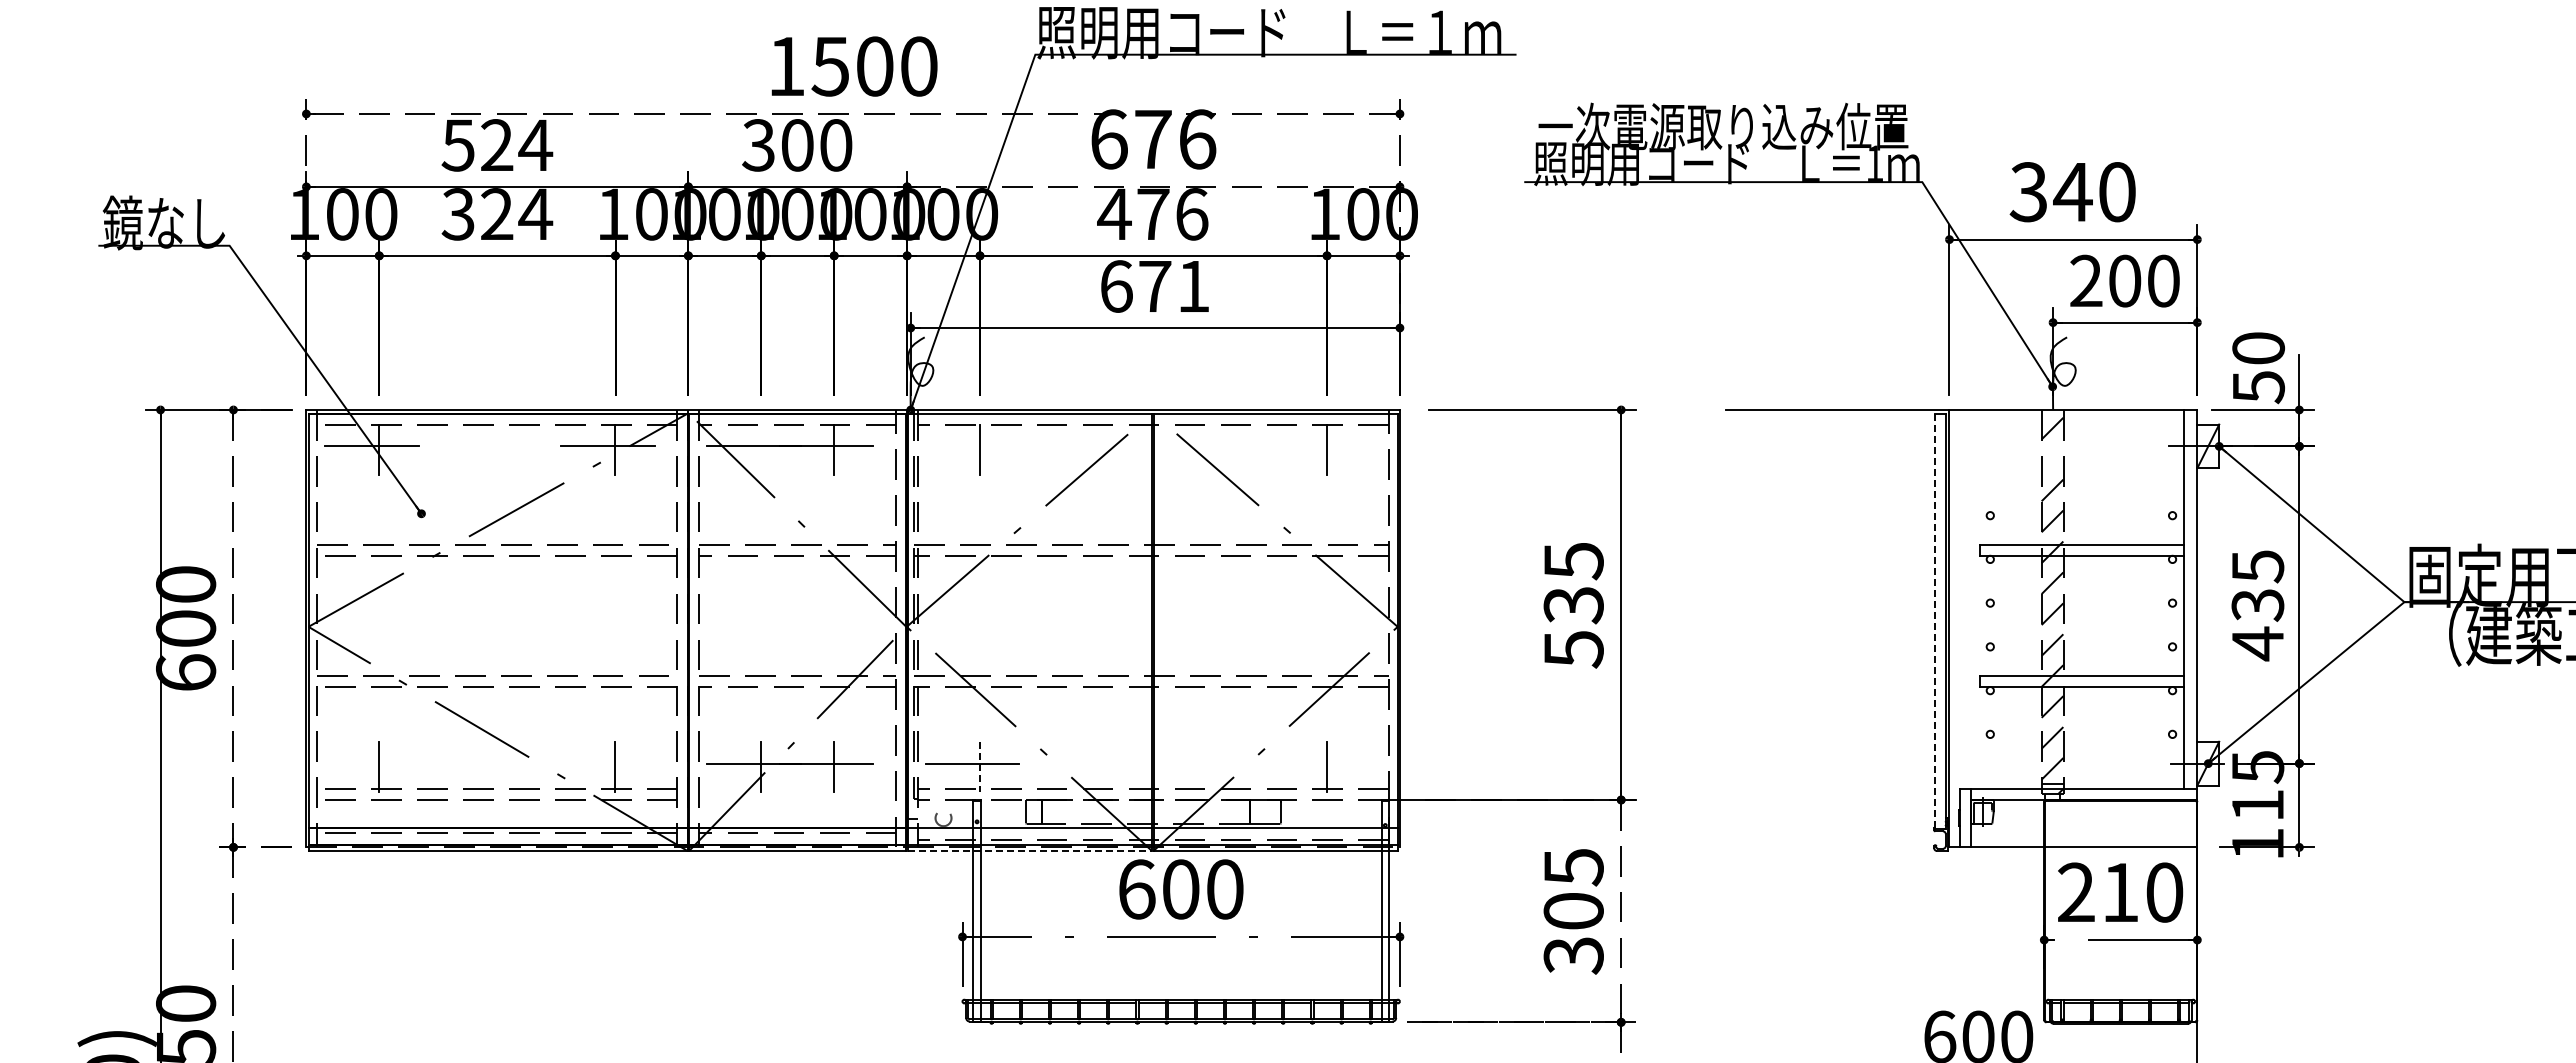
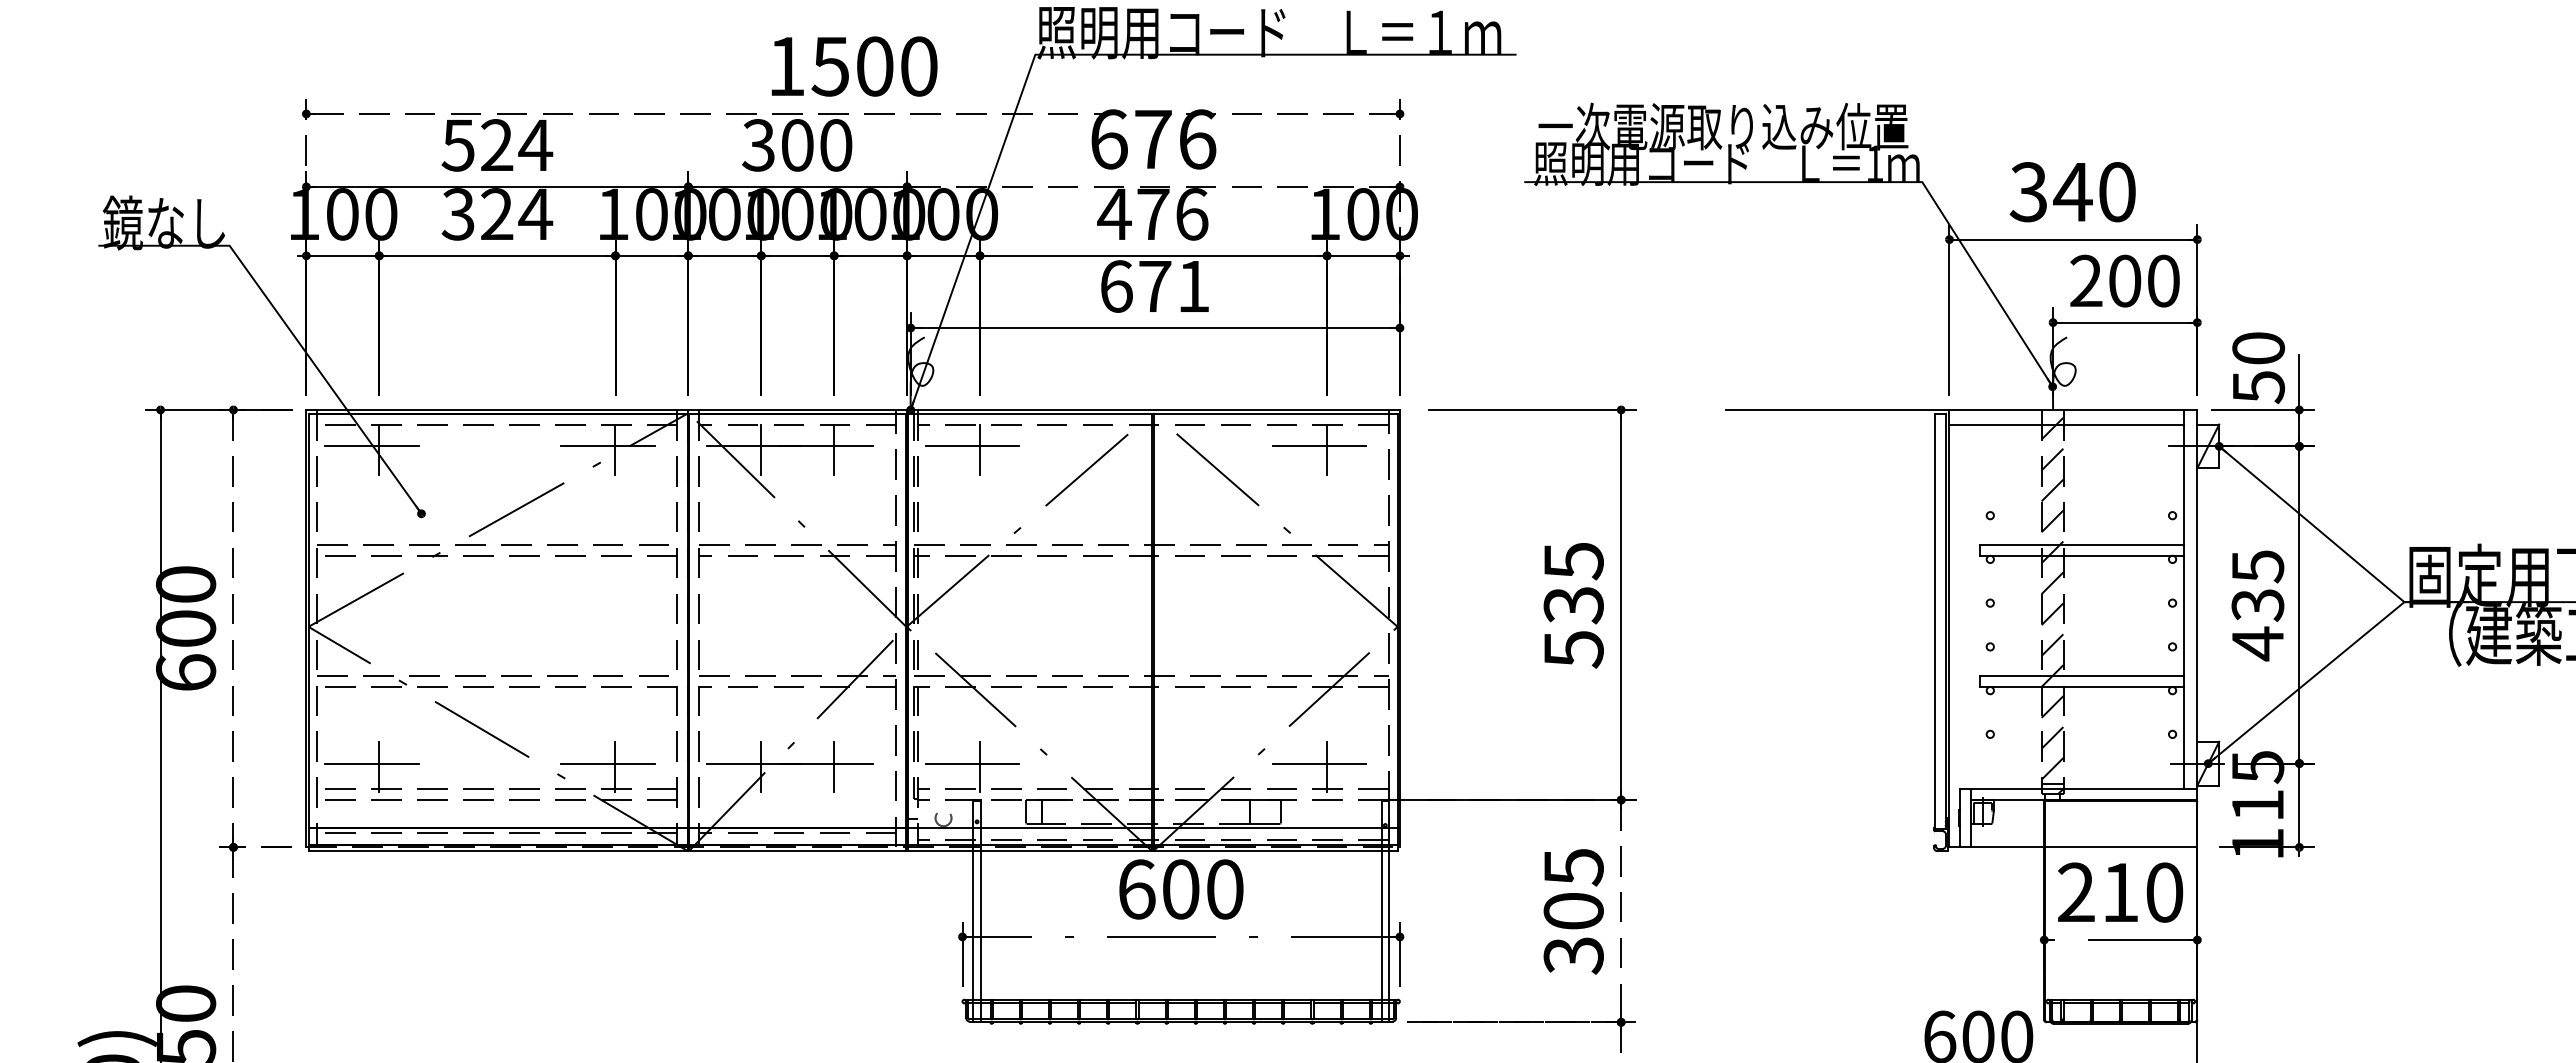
line at (2066, 424): none -> present
line at (972, 446): none -> present
line at (1319, 446): none -> present
line at (761, 449): none -> present
line at (2052, 459): none -> present
line at (1934, 621): dashed -> solid
line at (371, 763): none -> present
line at (607, 763): none -> present
line at (1319, 763): none -> present
line at (979, 767): dashed -> solid
line at (1030, 851): dashed -> solid
